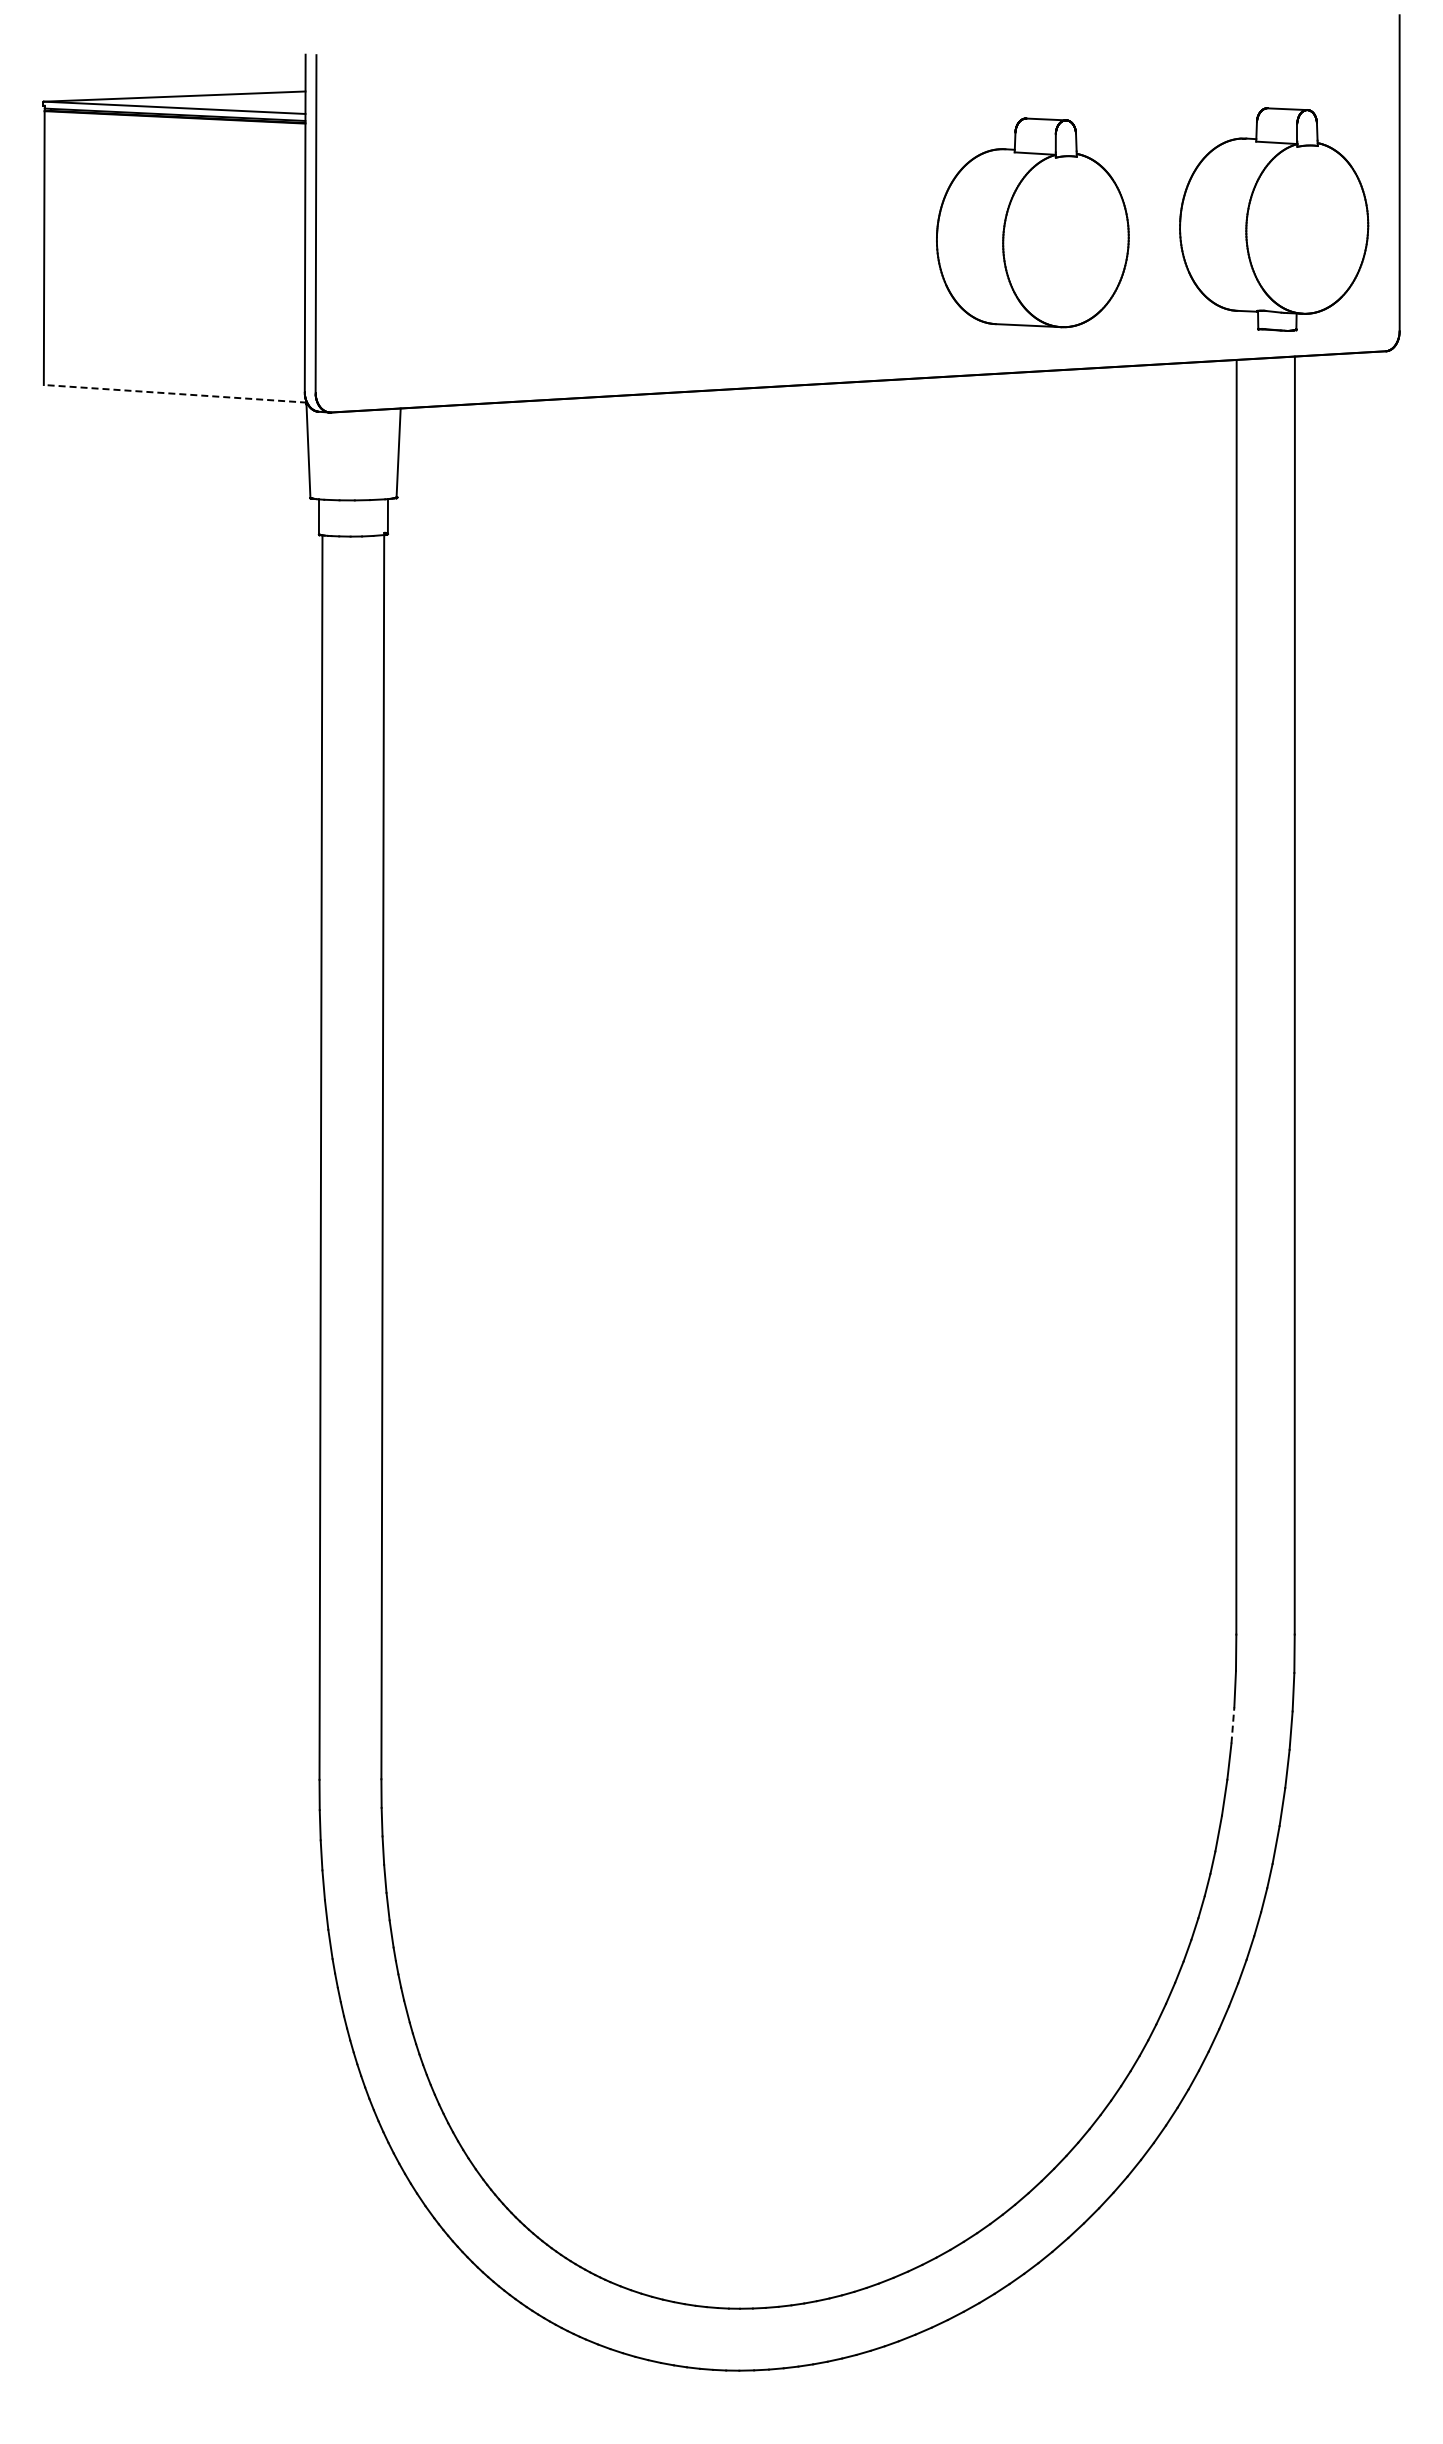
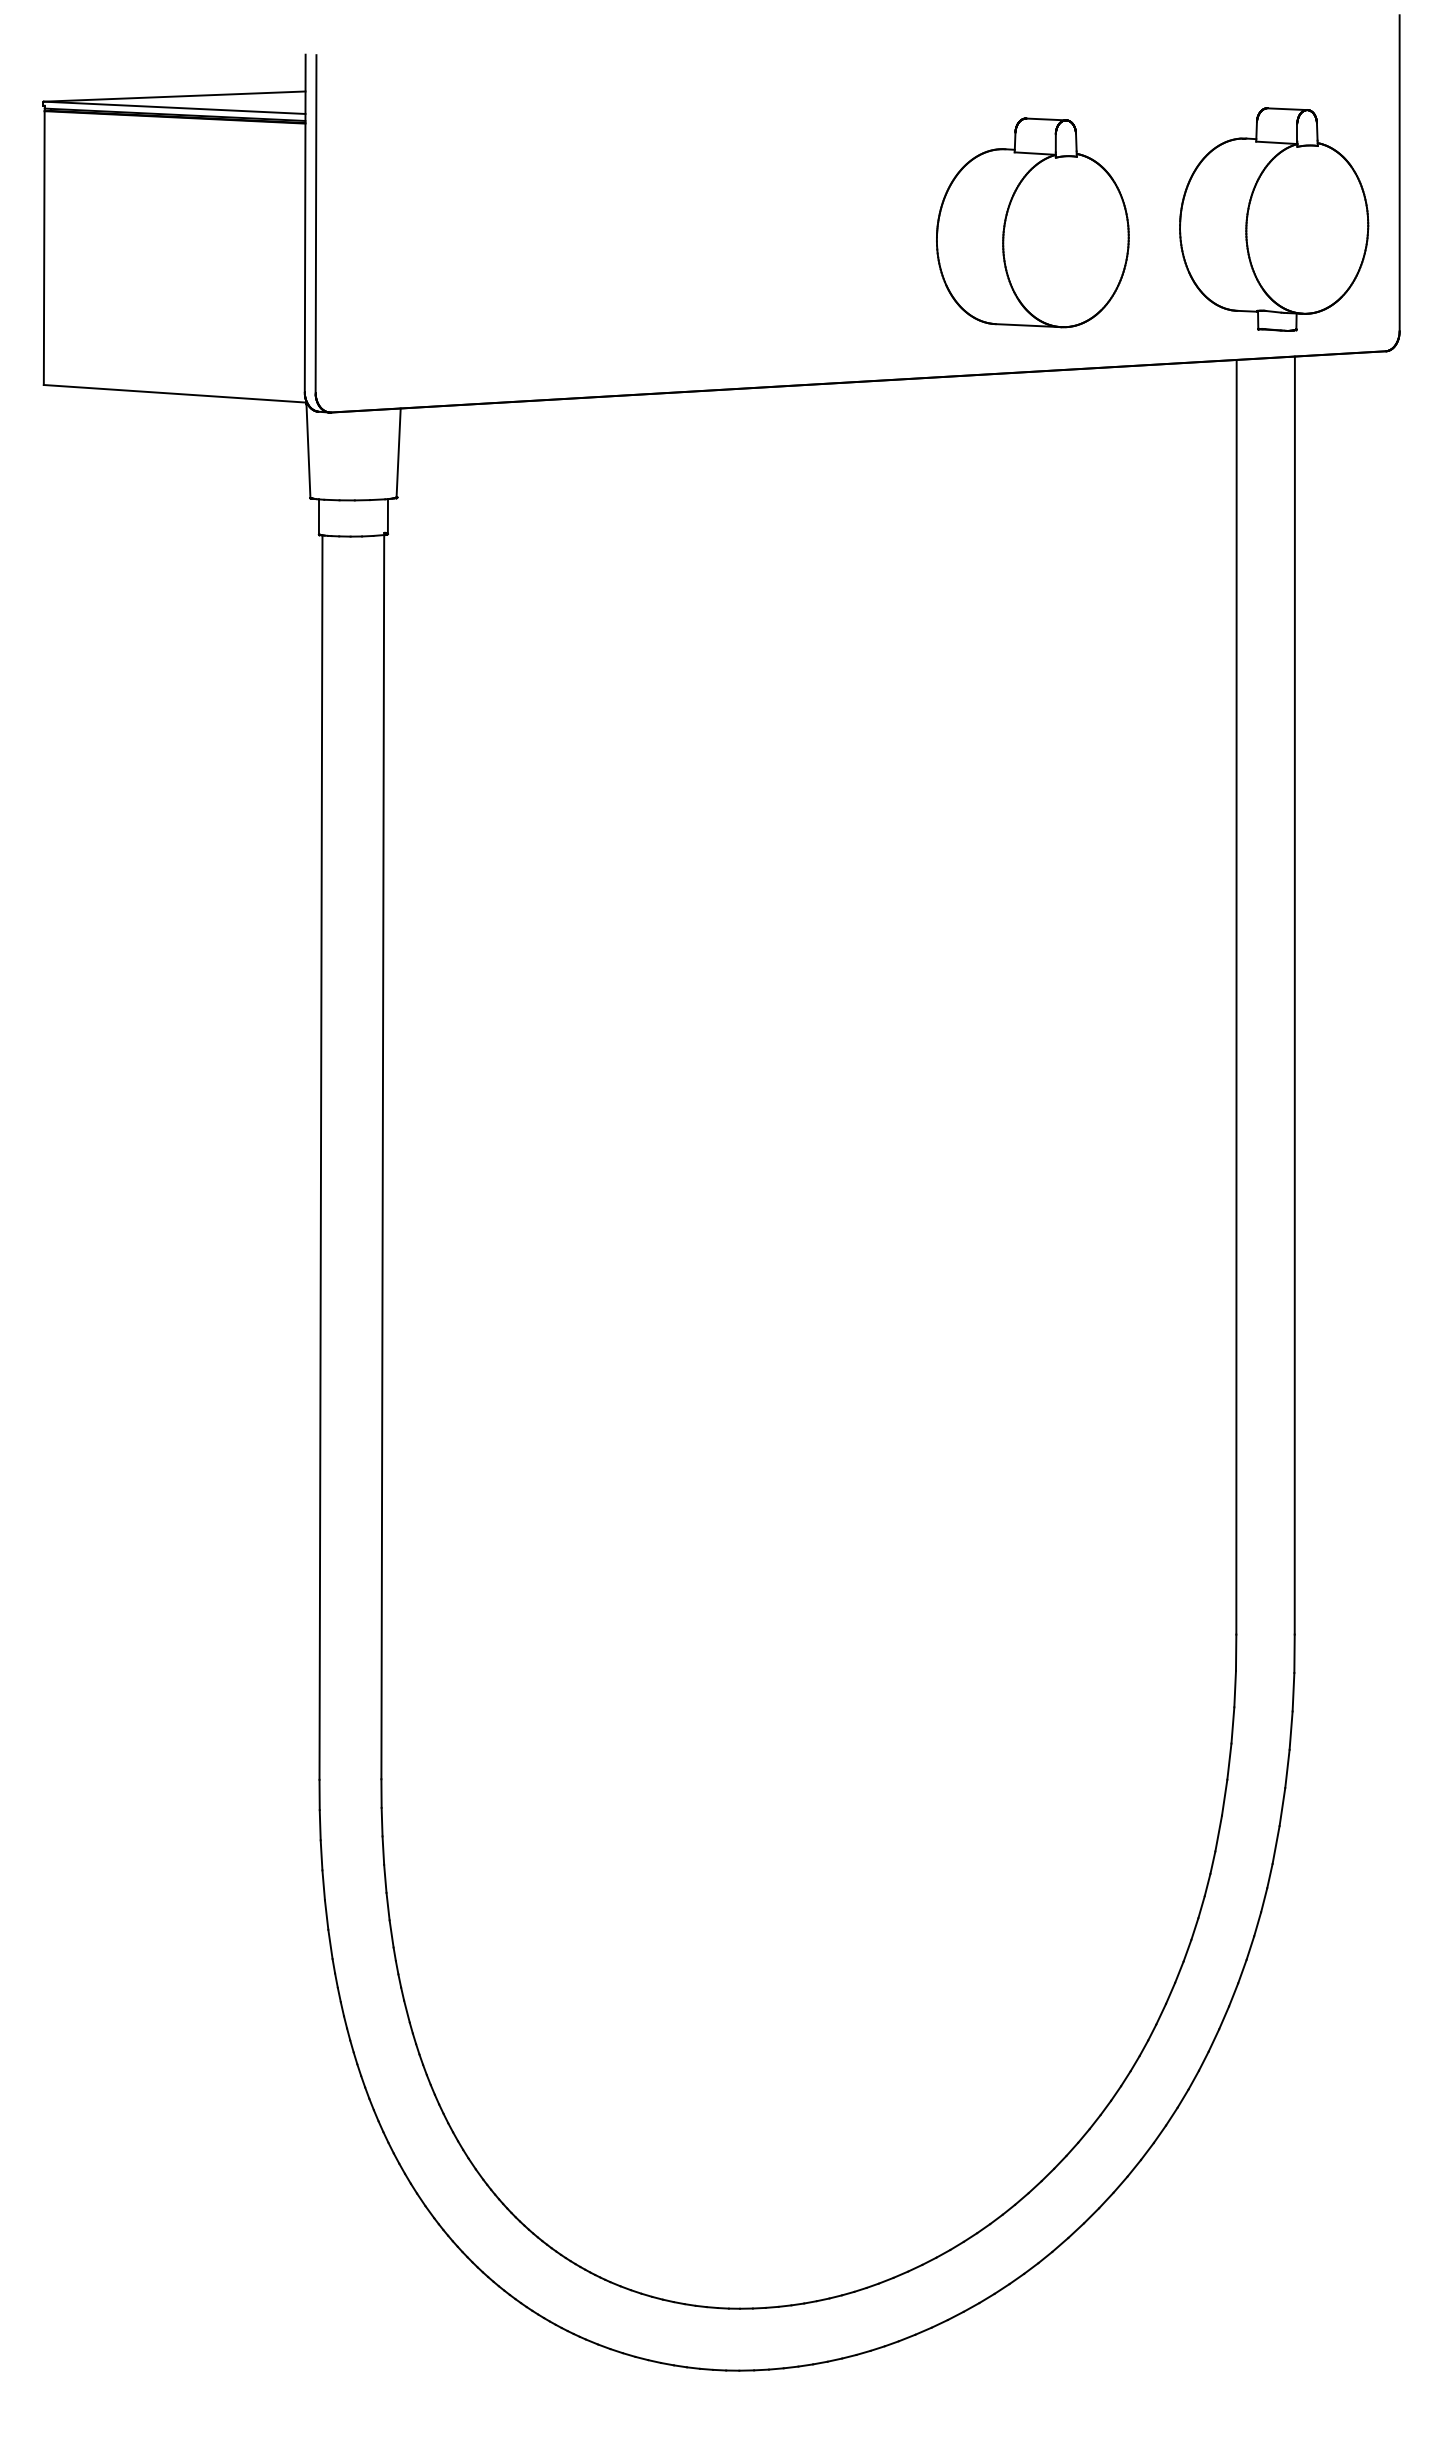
line at (175, 393): dashed -> solid
line at (1232, 1724): dashed -> solid
